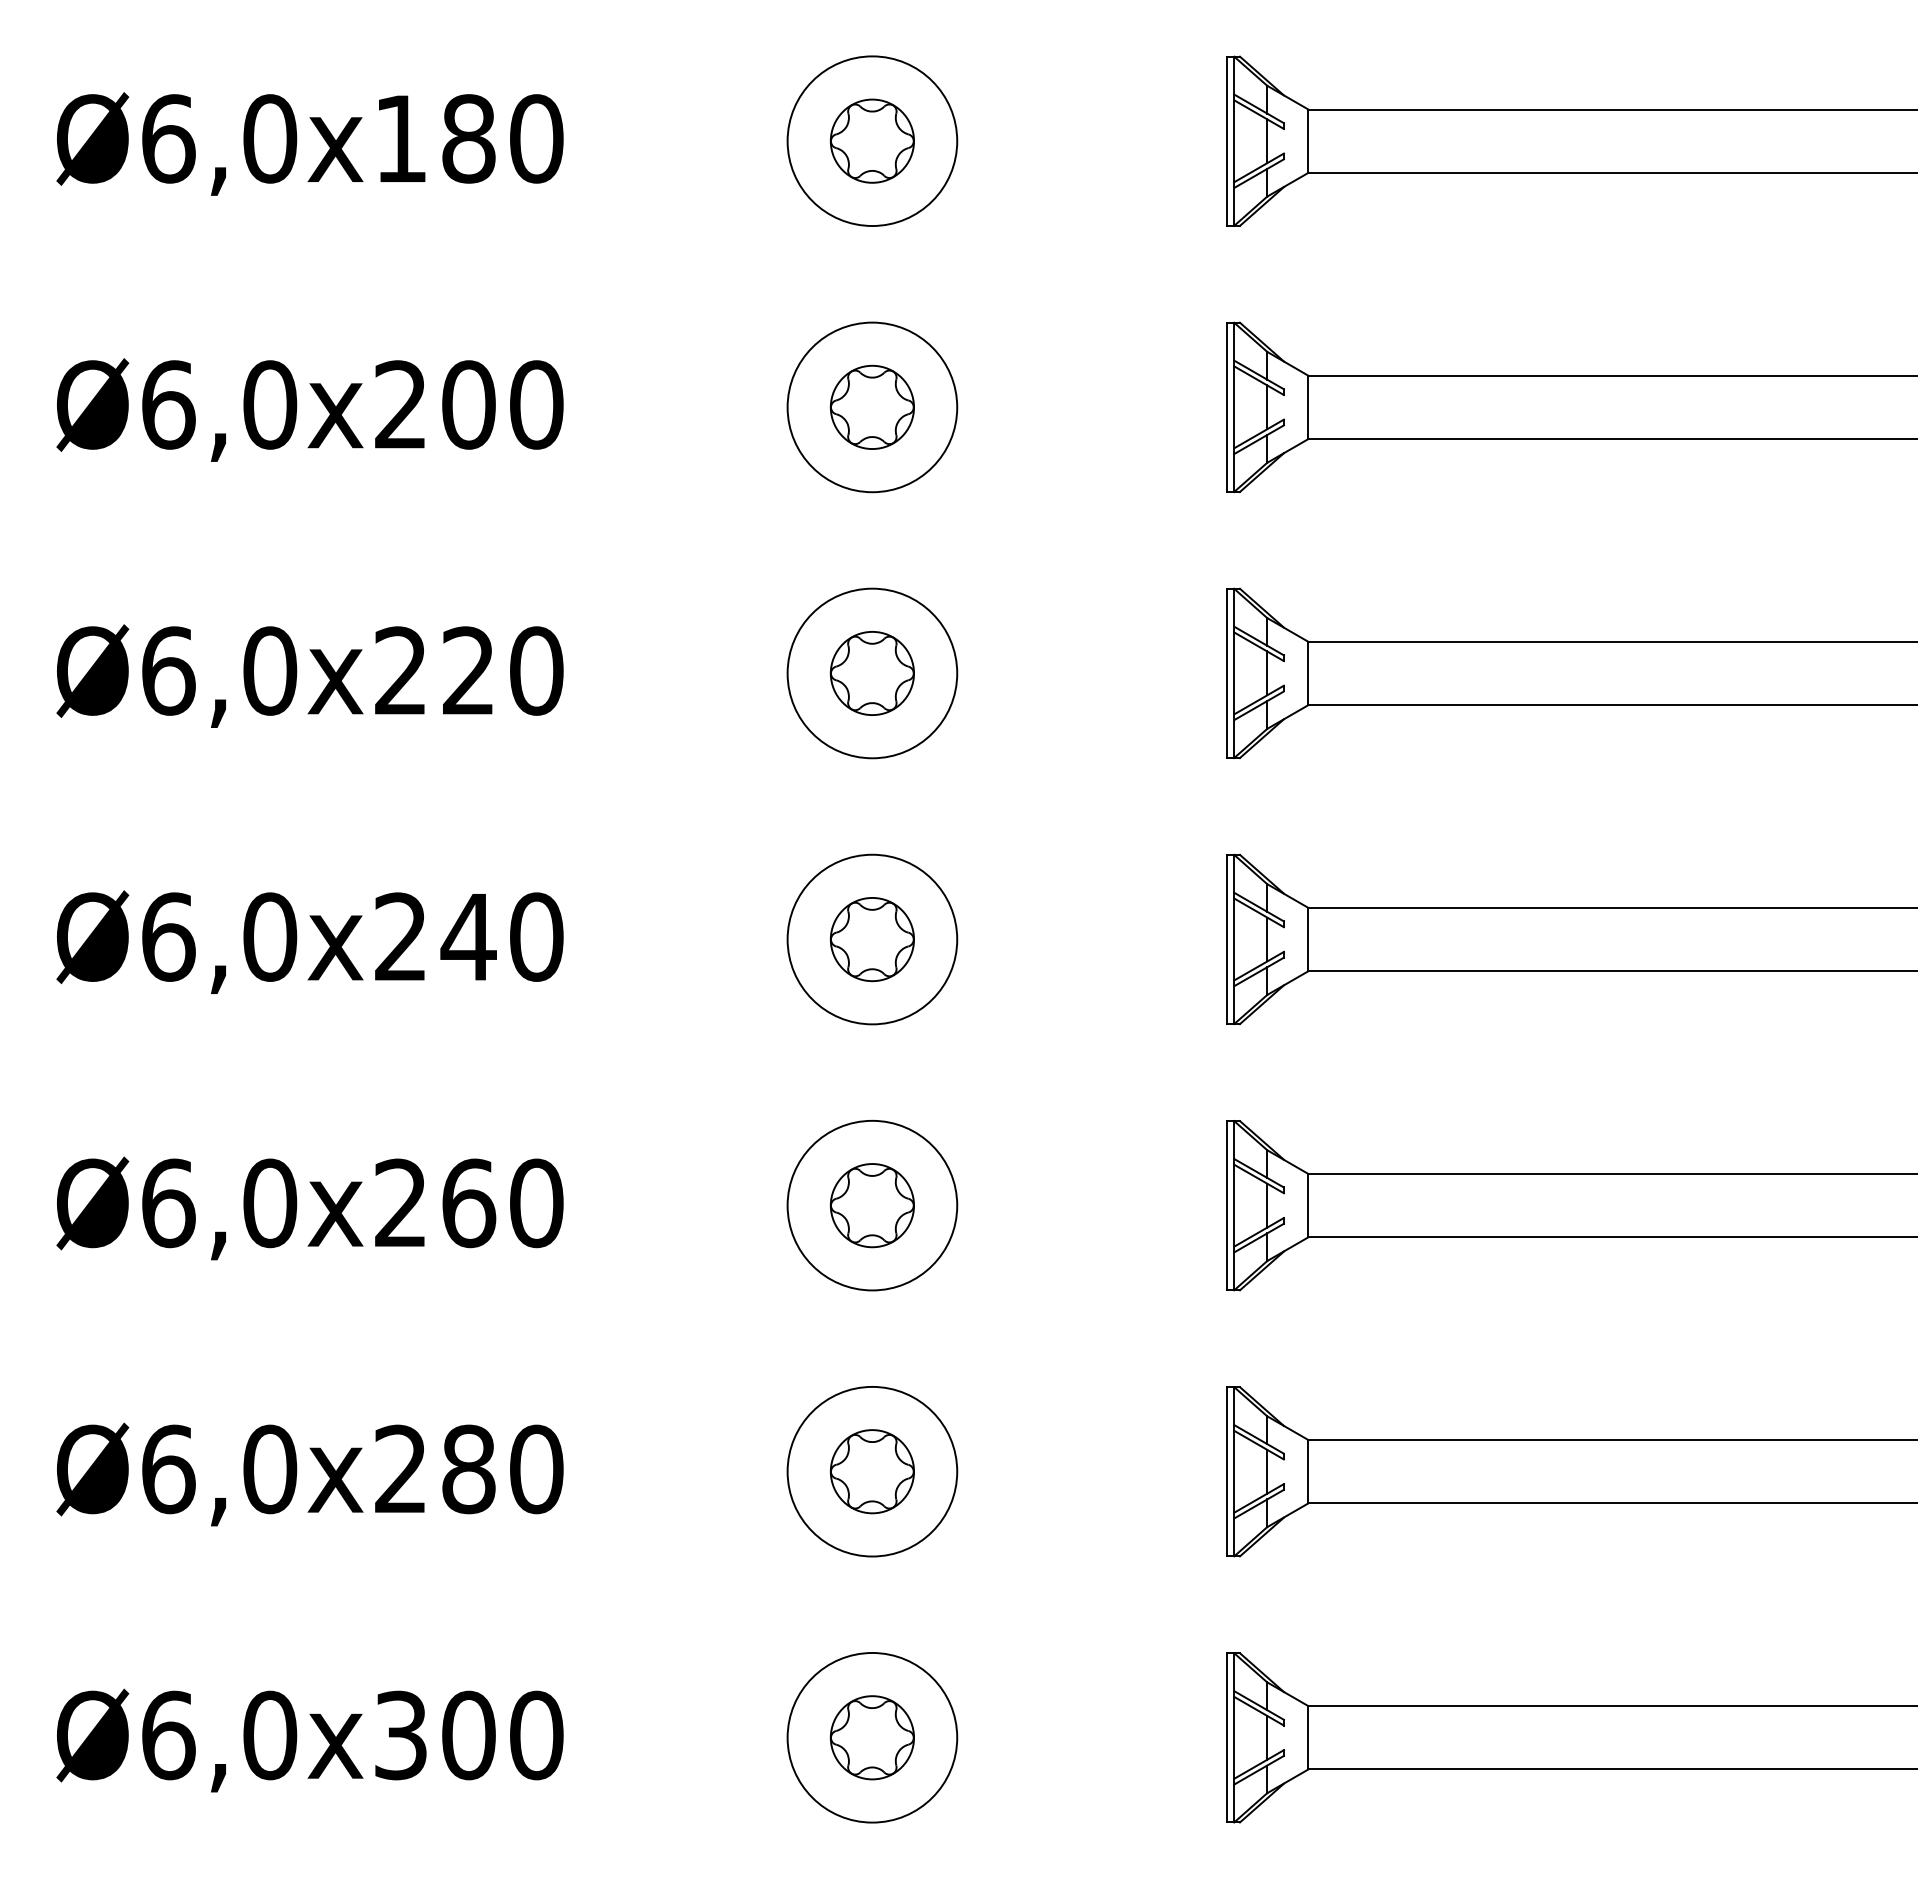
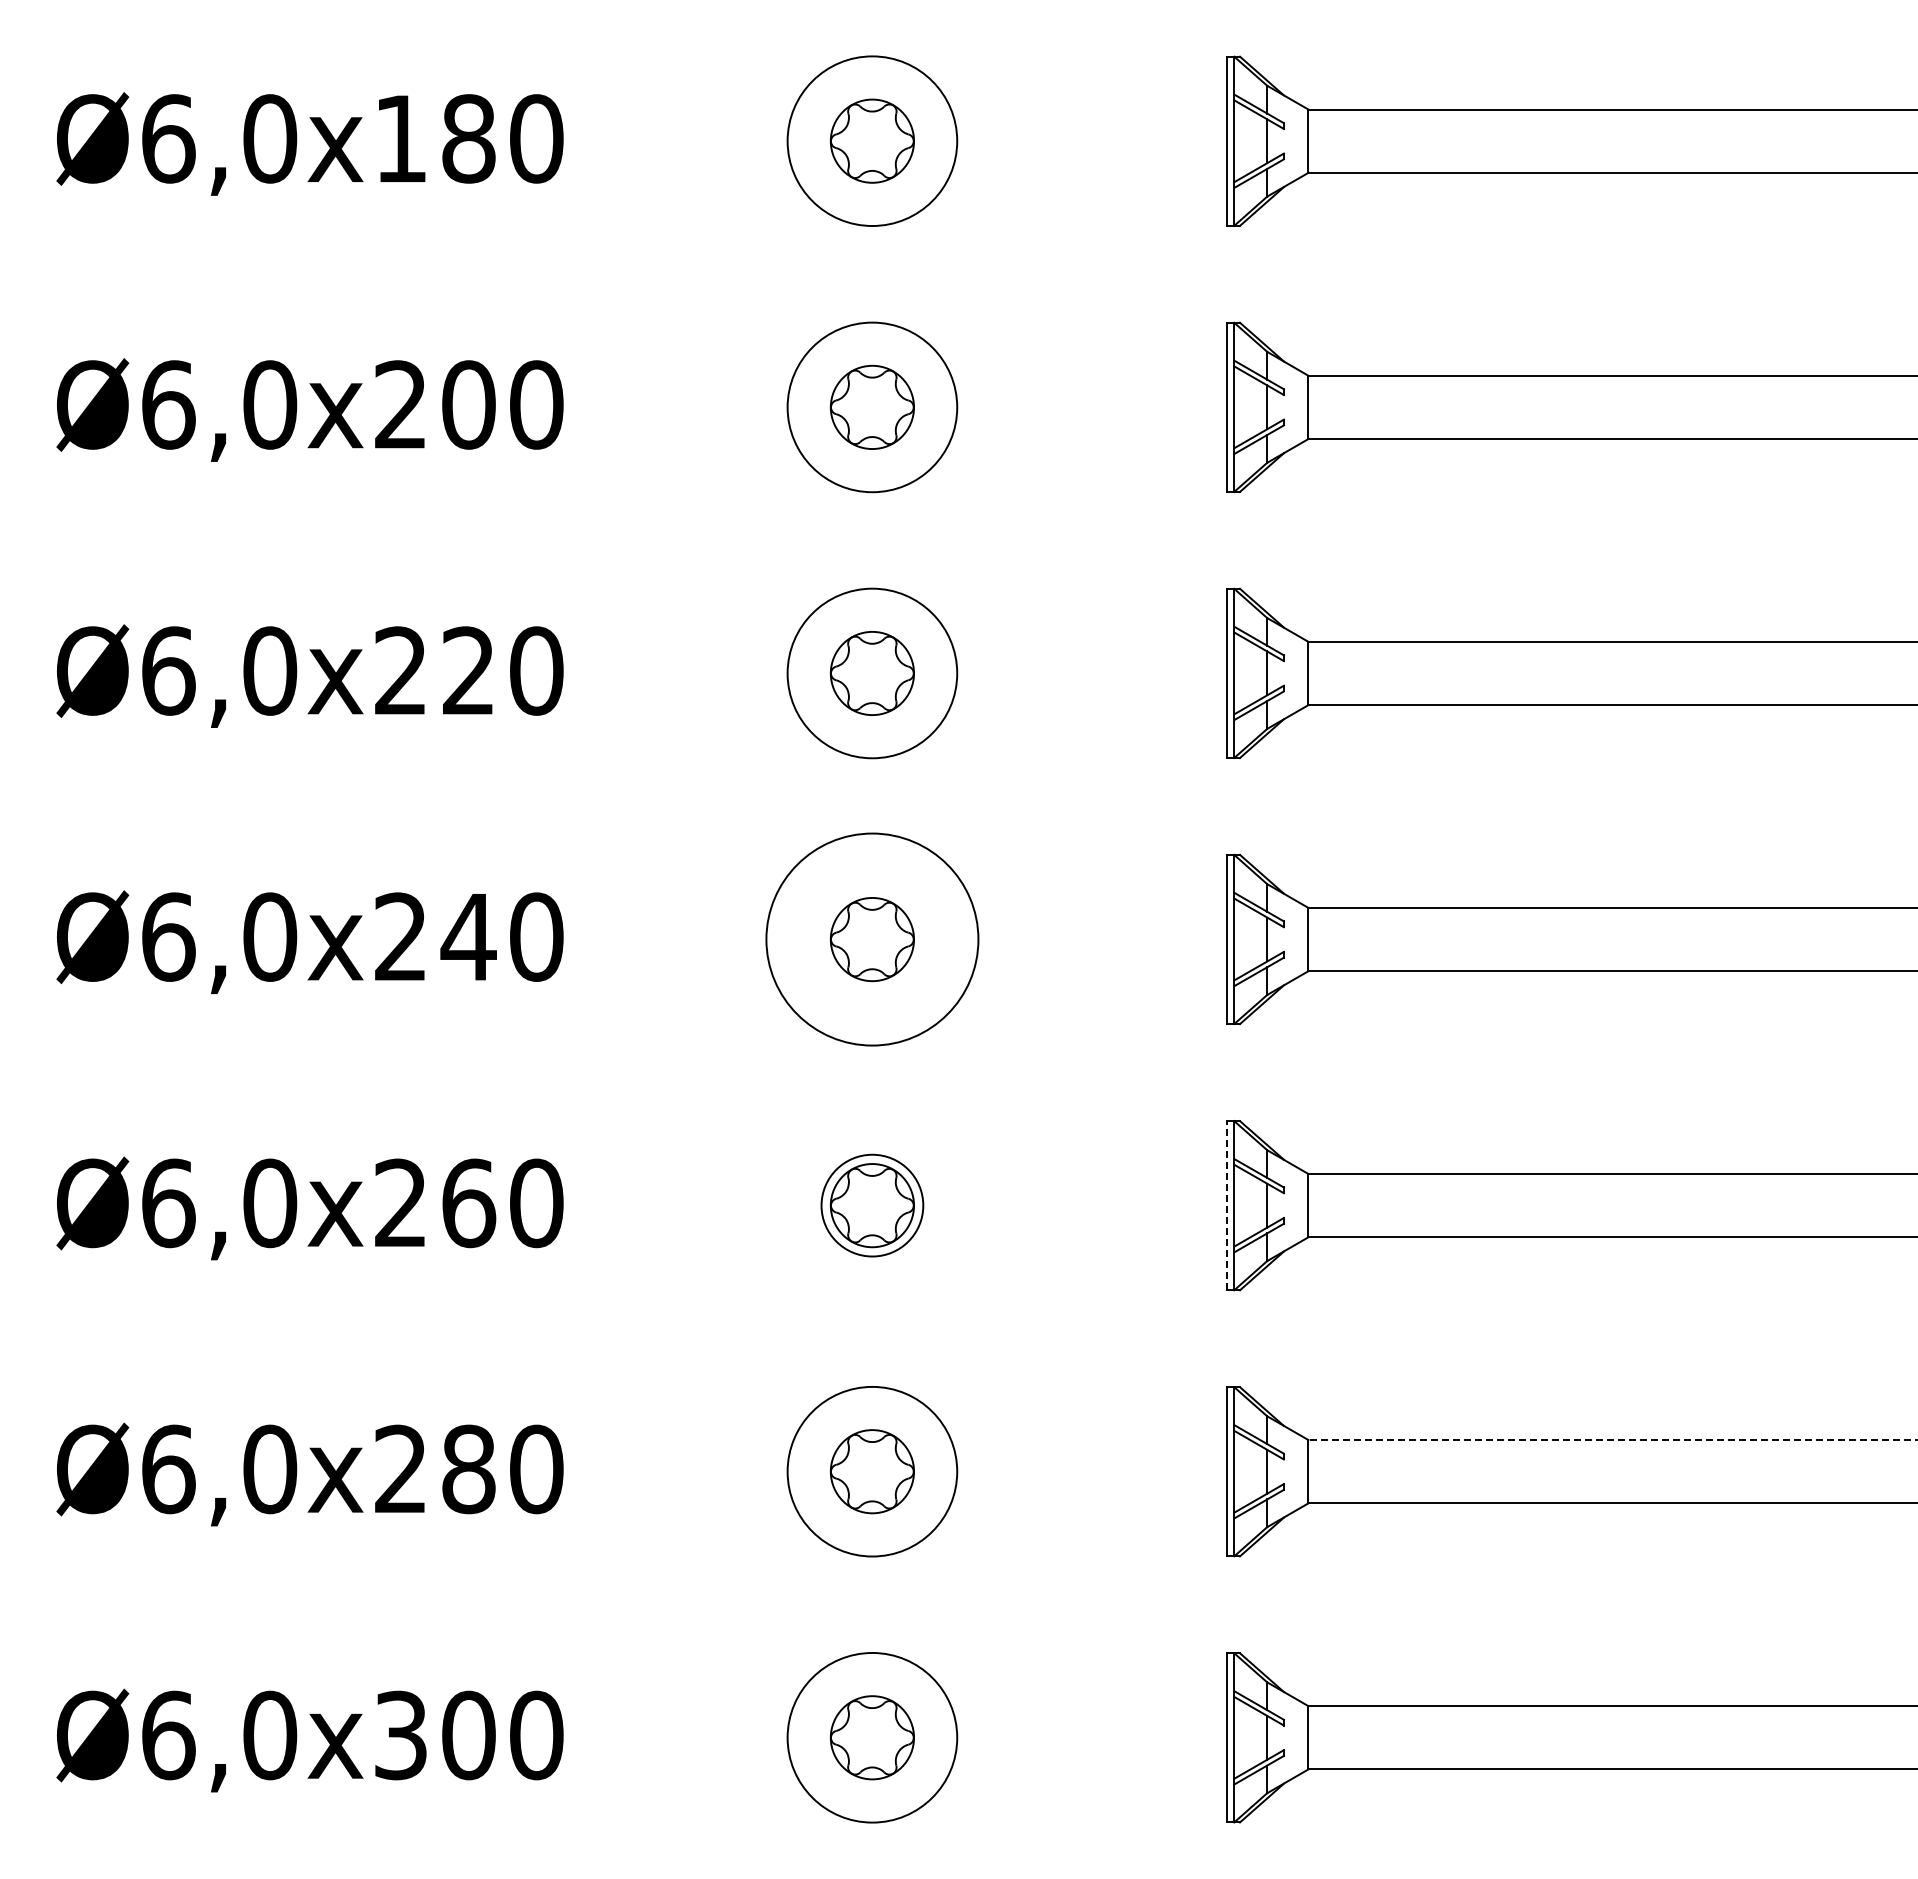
circle at (872, 939) diameter: 170 px -> 212 px
circle at (872, 1205) diameter: 170 px -> 102 px
line at (1227, 1205): solid -> dashed
line at (1612, 1440): solid -> dashed
